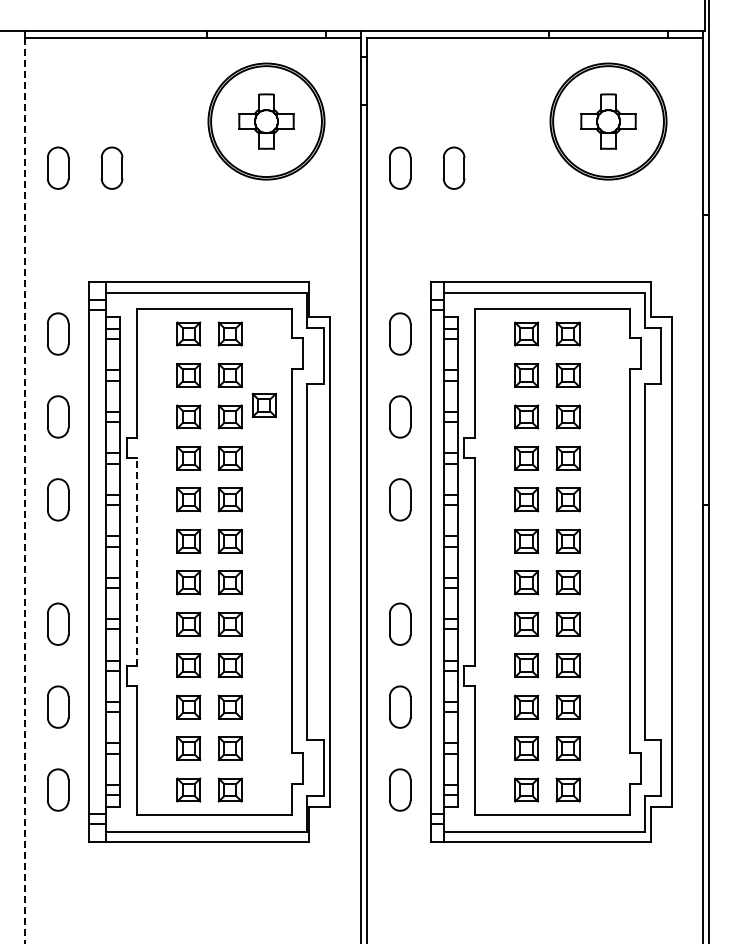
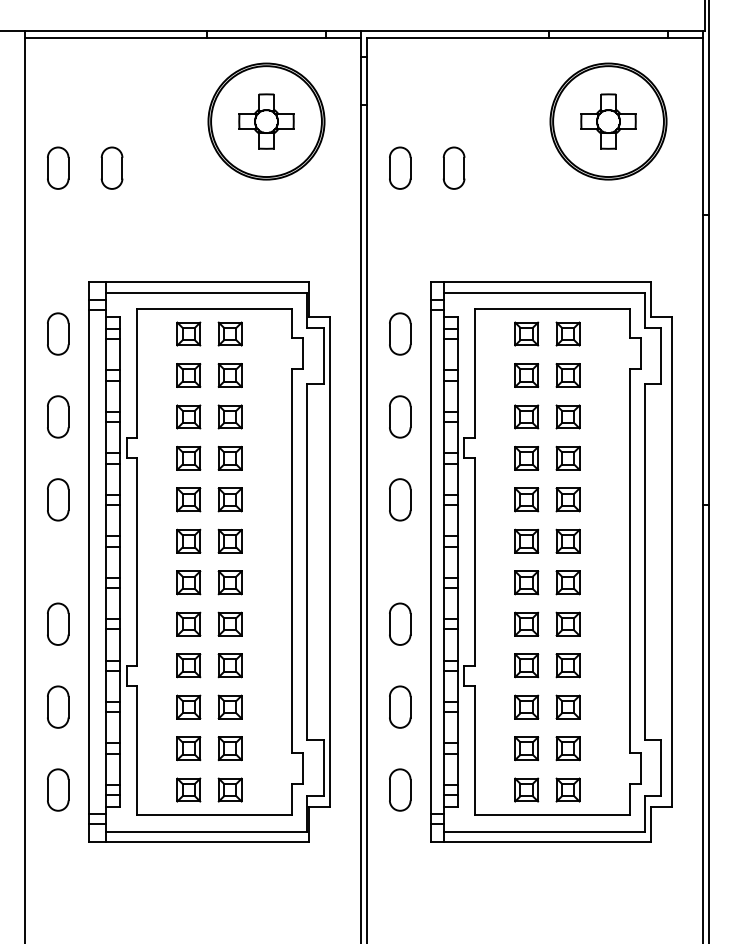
part at (263, 405): present -> none
line at (25, 490): dashed -> solid
line at (136, 562): dashed -> solid
